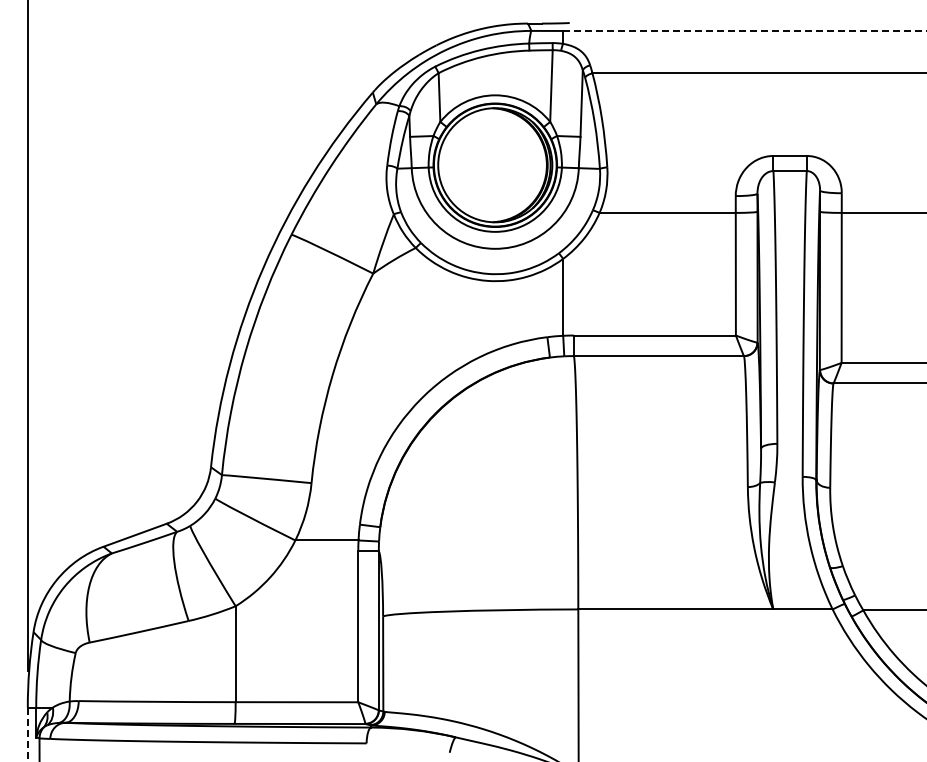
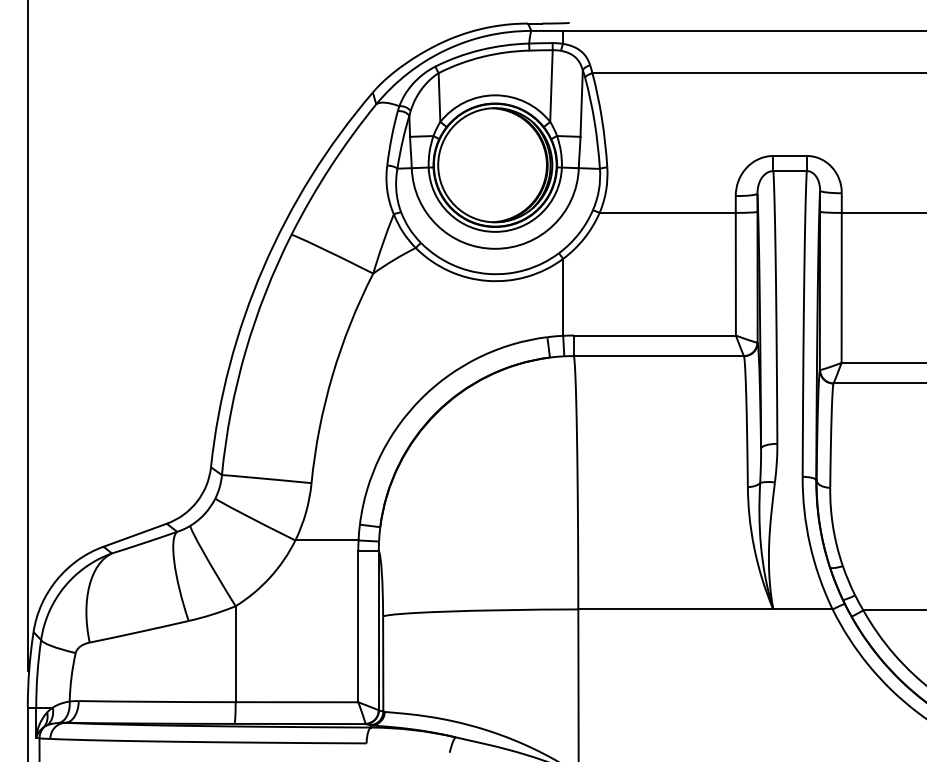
line at (744, 30): dashed -> solid
line at (27, 734): dashed -> solid
